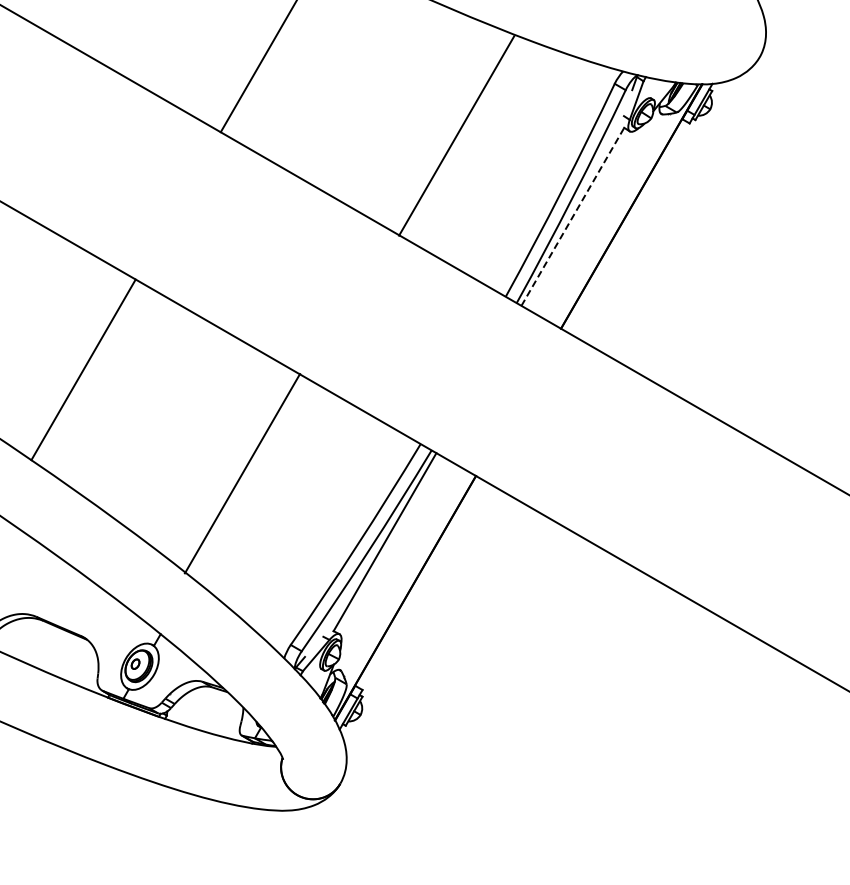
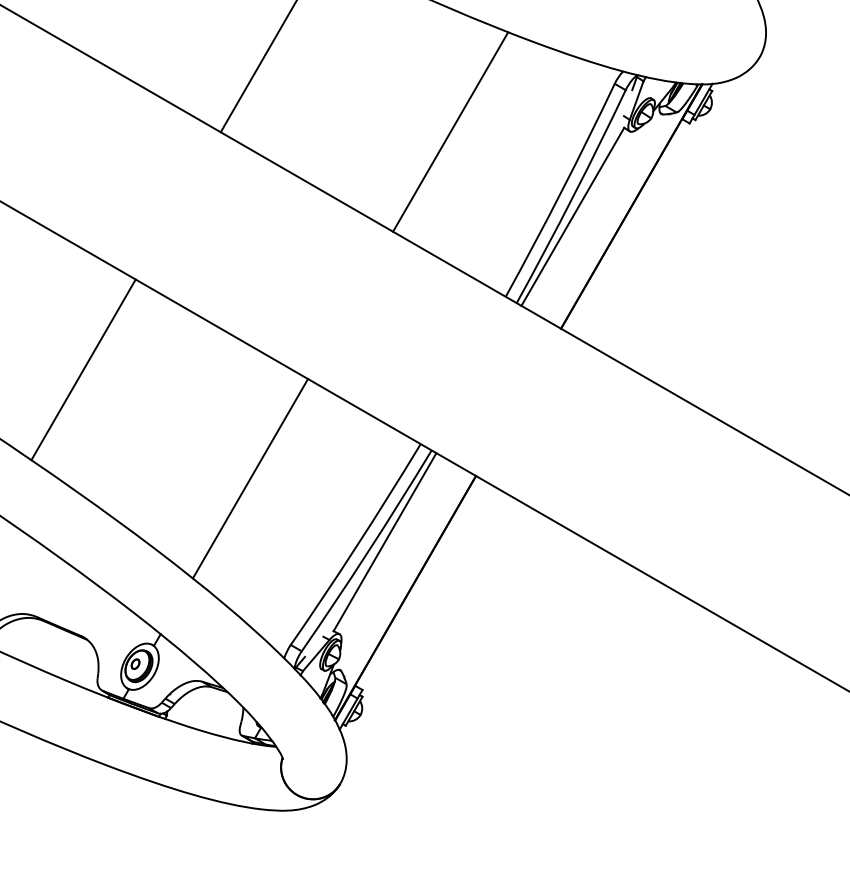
line at (456, 135) position: (456, 135) -> (450, 131)
line at (572, 216): dashed -> solid
line at (242, 473) position: (242, 473) -> (250, 478)
